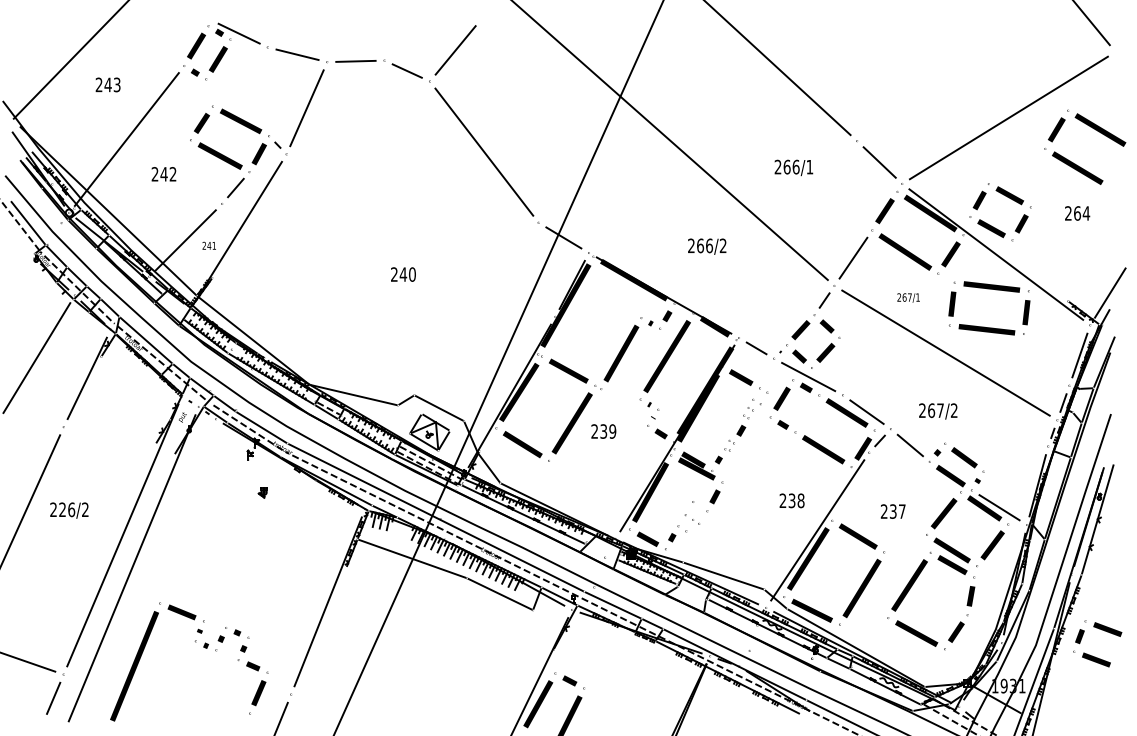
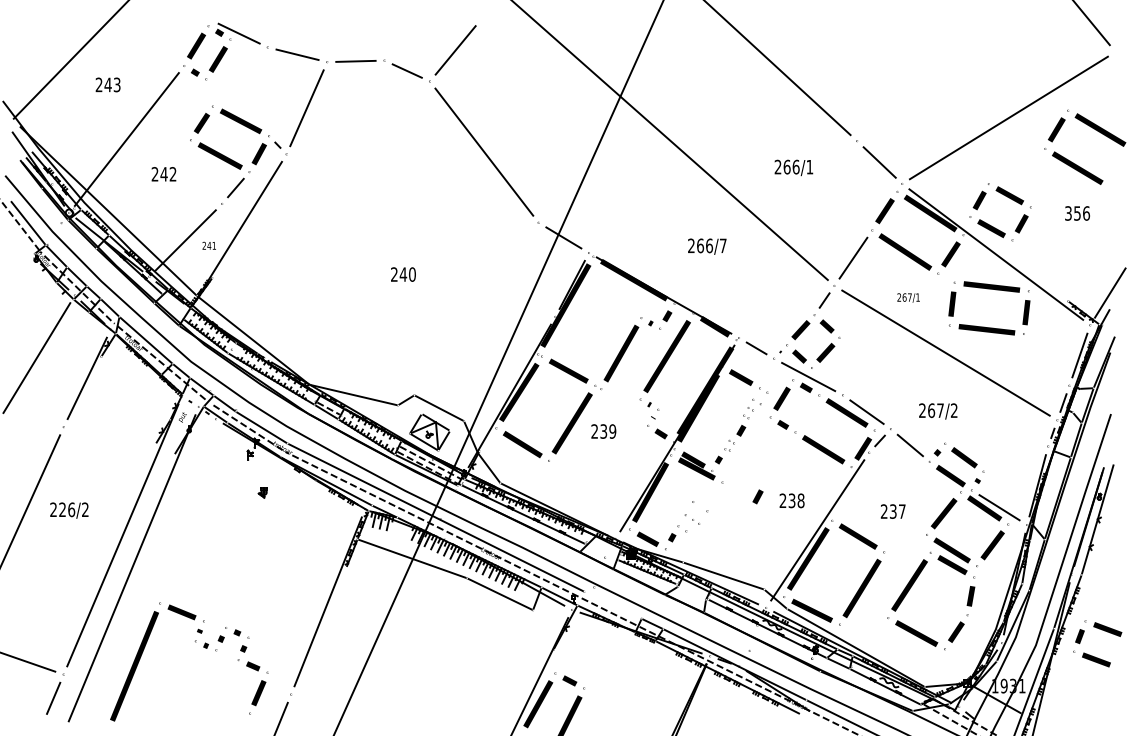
text at (1077, 213): 264 -> 356
text at (722, 245): 266/2 -> 266/7
line at (714, 496) position: (714, 496) -> (757, 496)
line at (612, 605): present -> none
